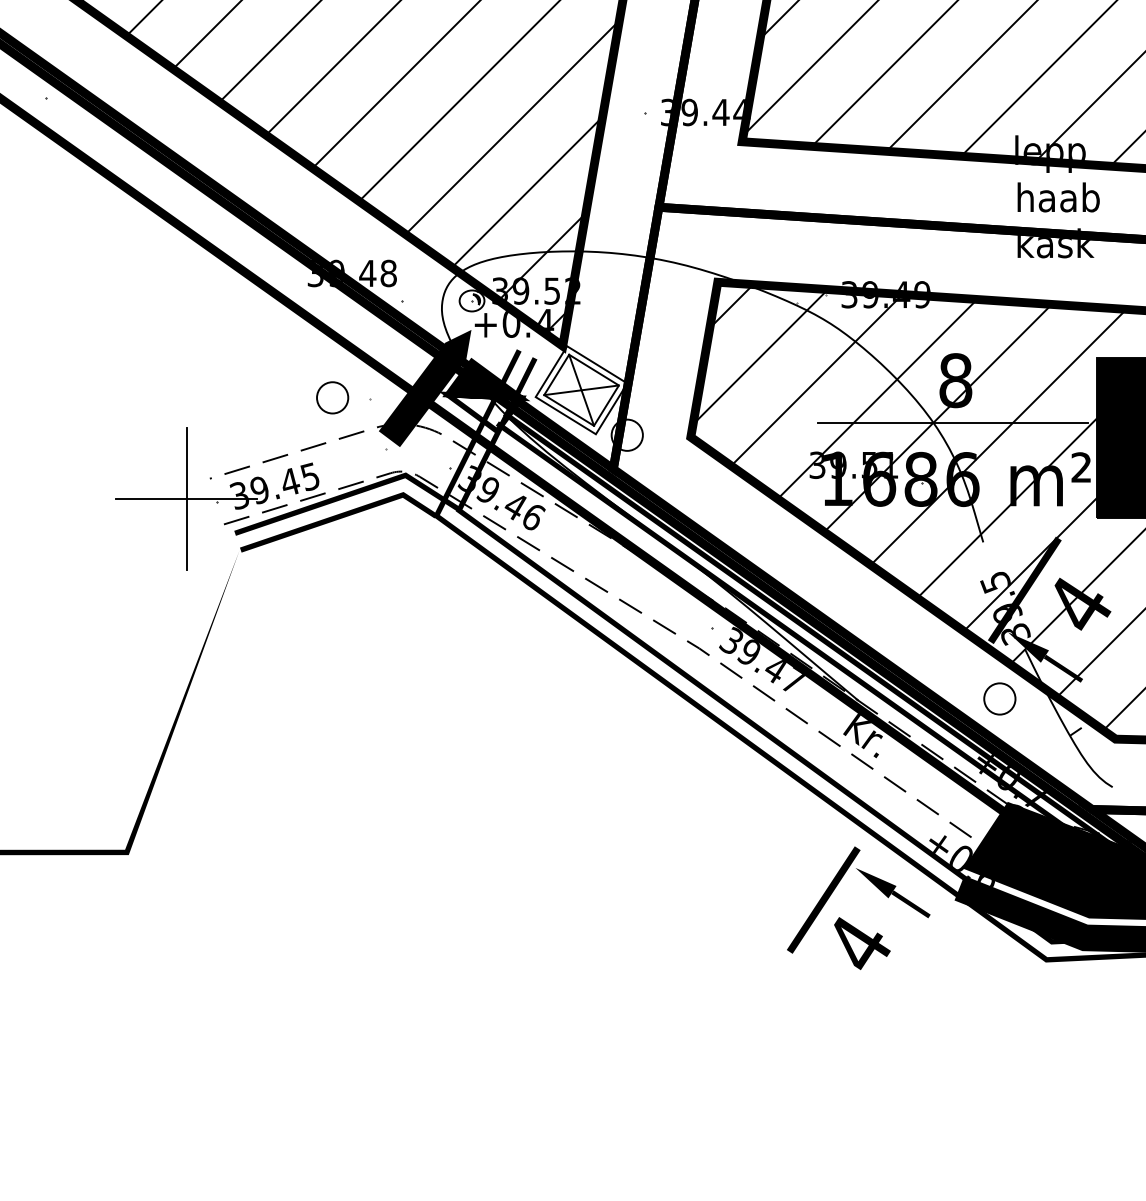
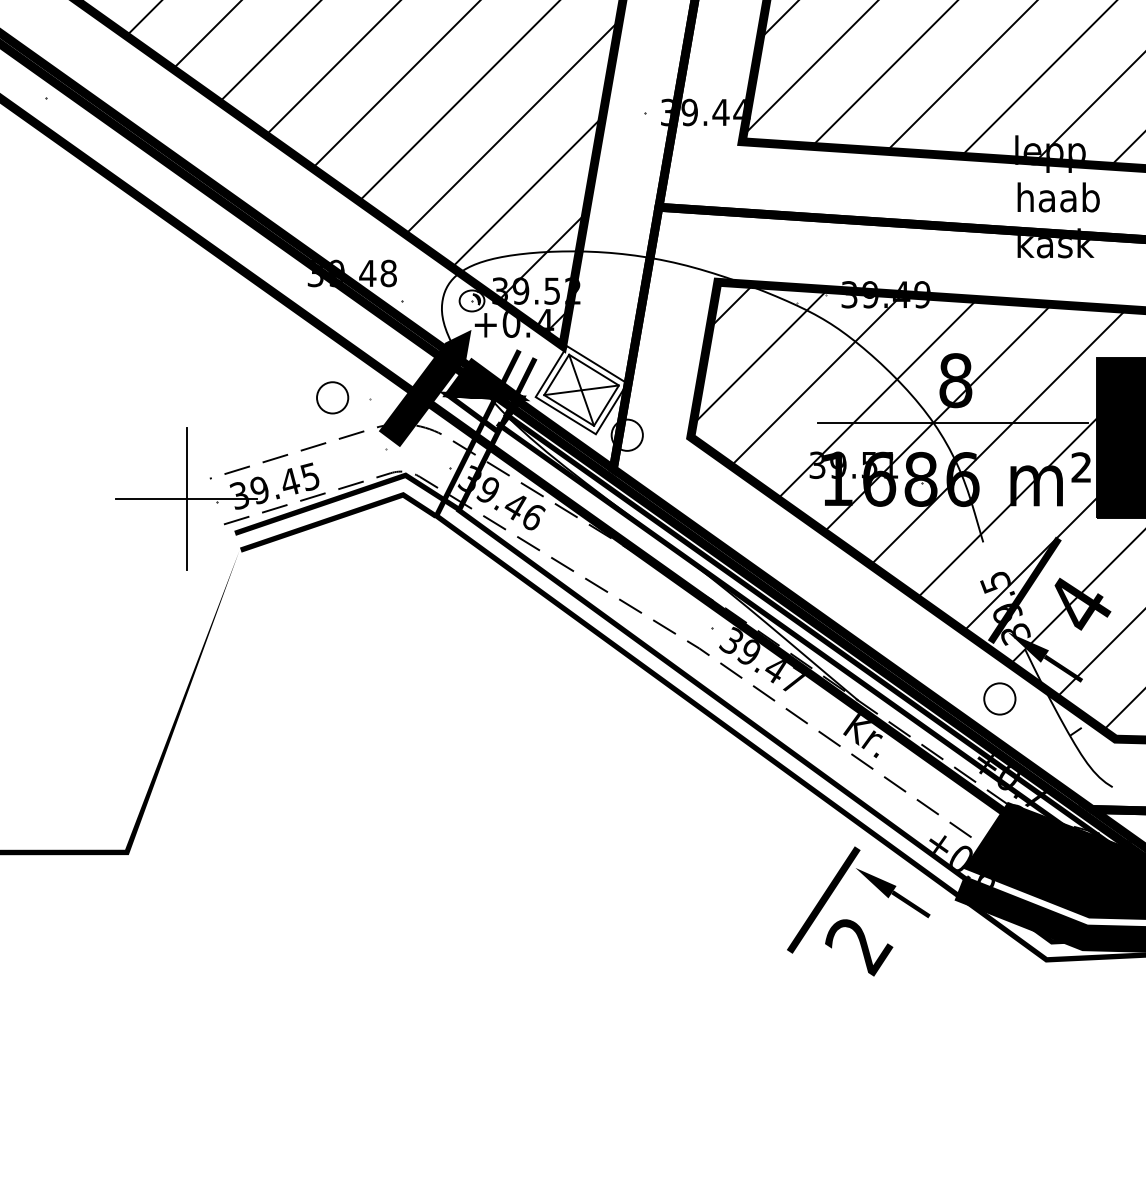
text at (859, 946): 4 -> 2
